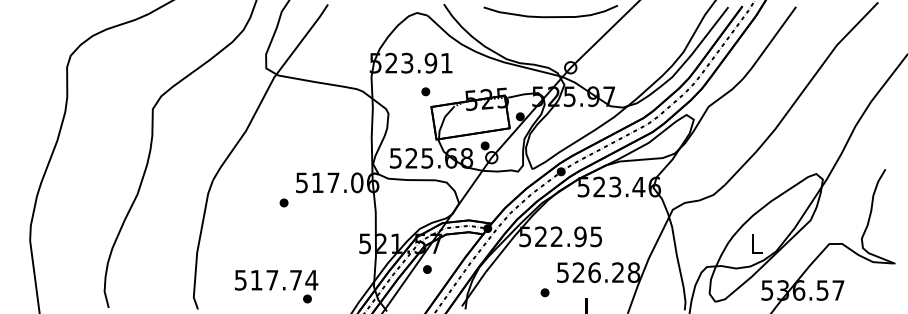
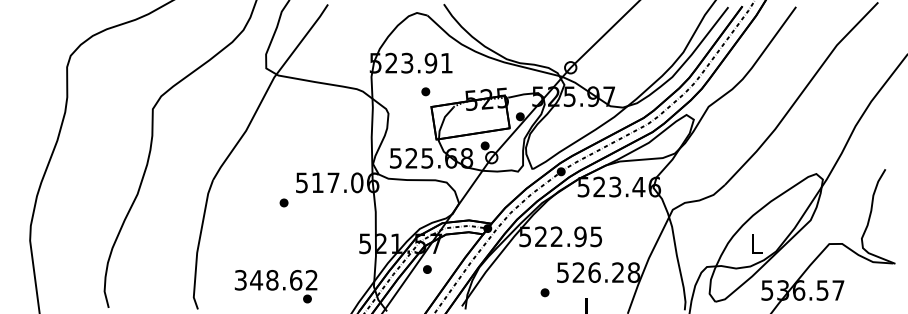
curve at (550, 16): present -> none
text at (276, 279): 517.74 -> 348.62
